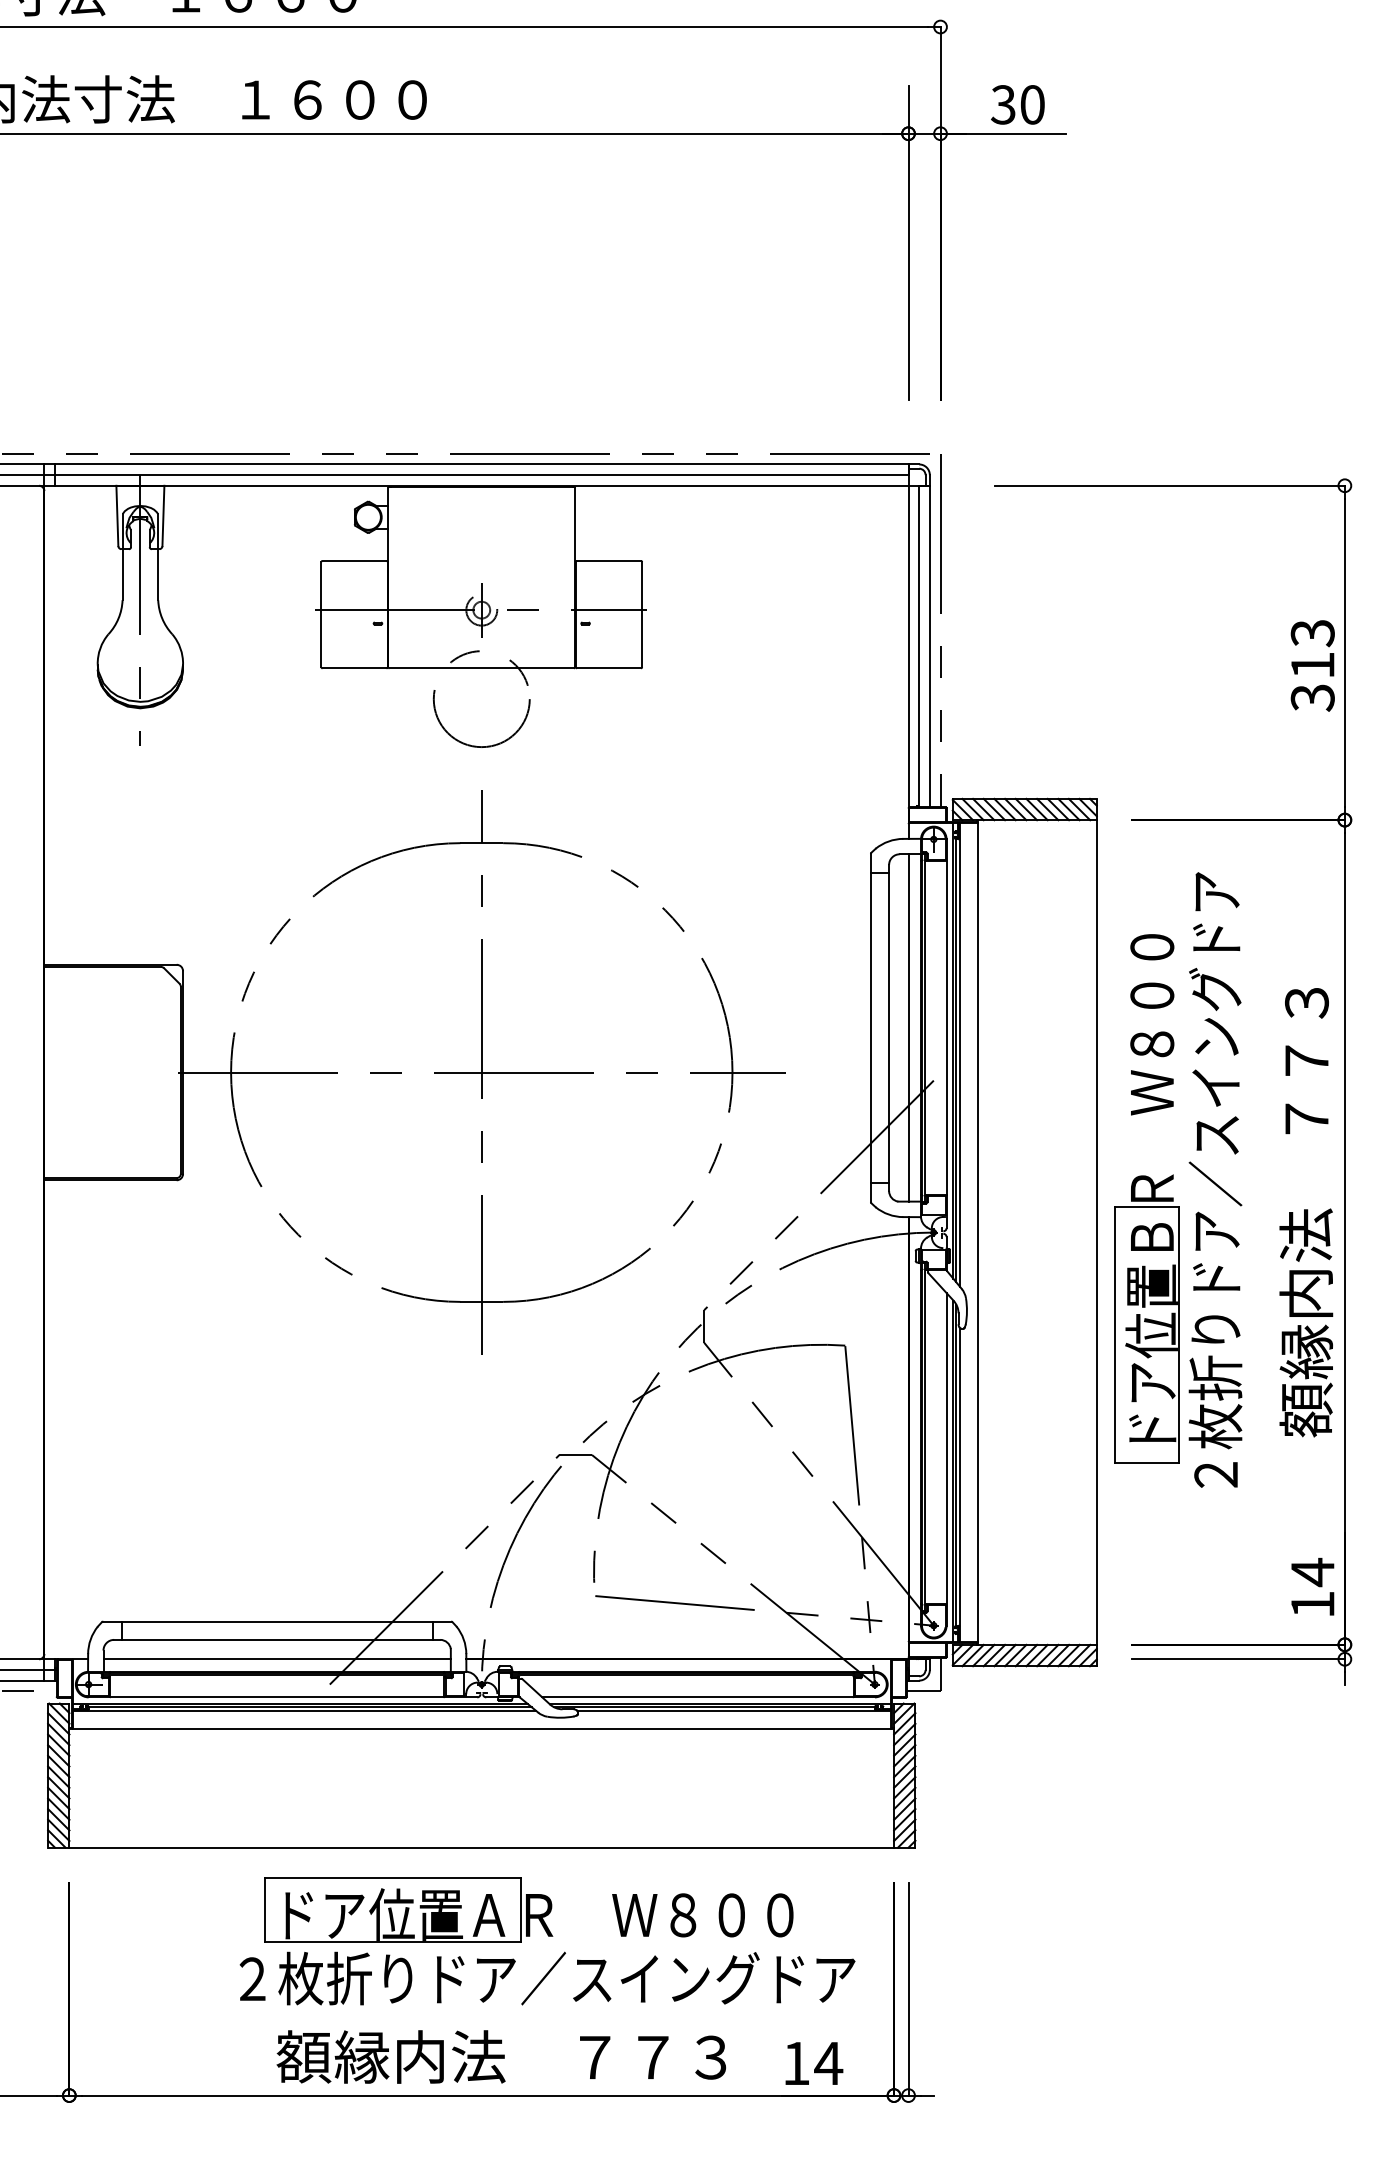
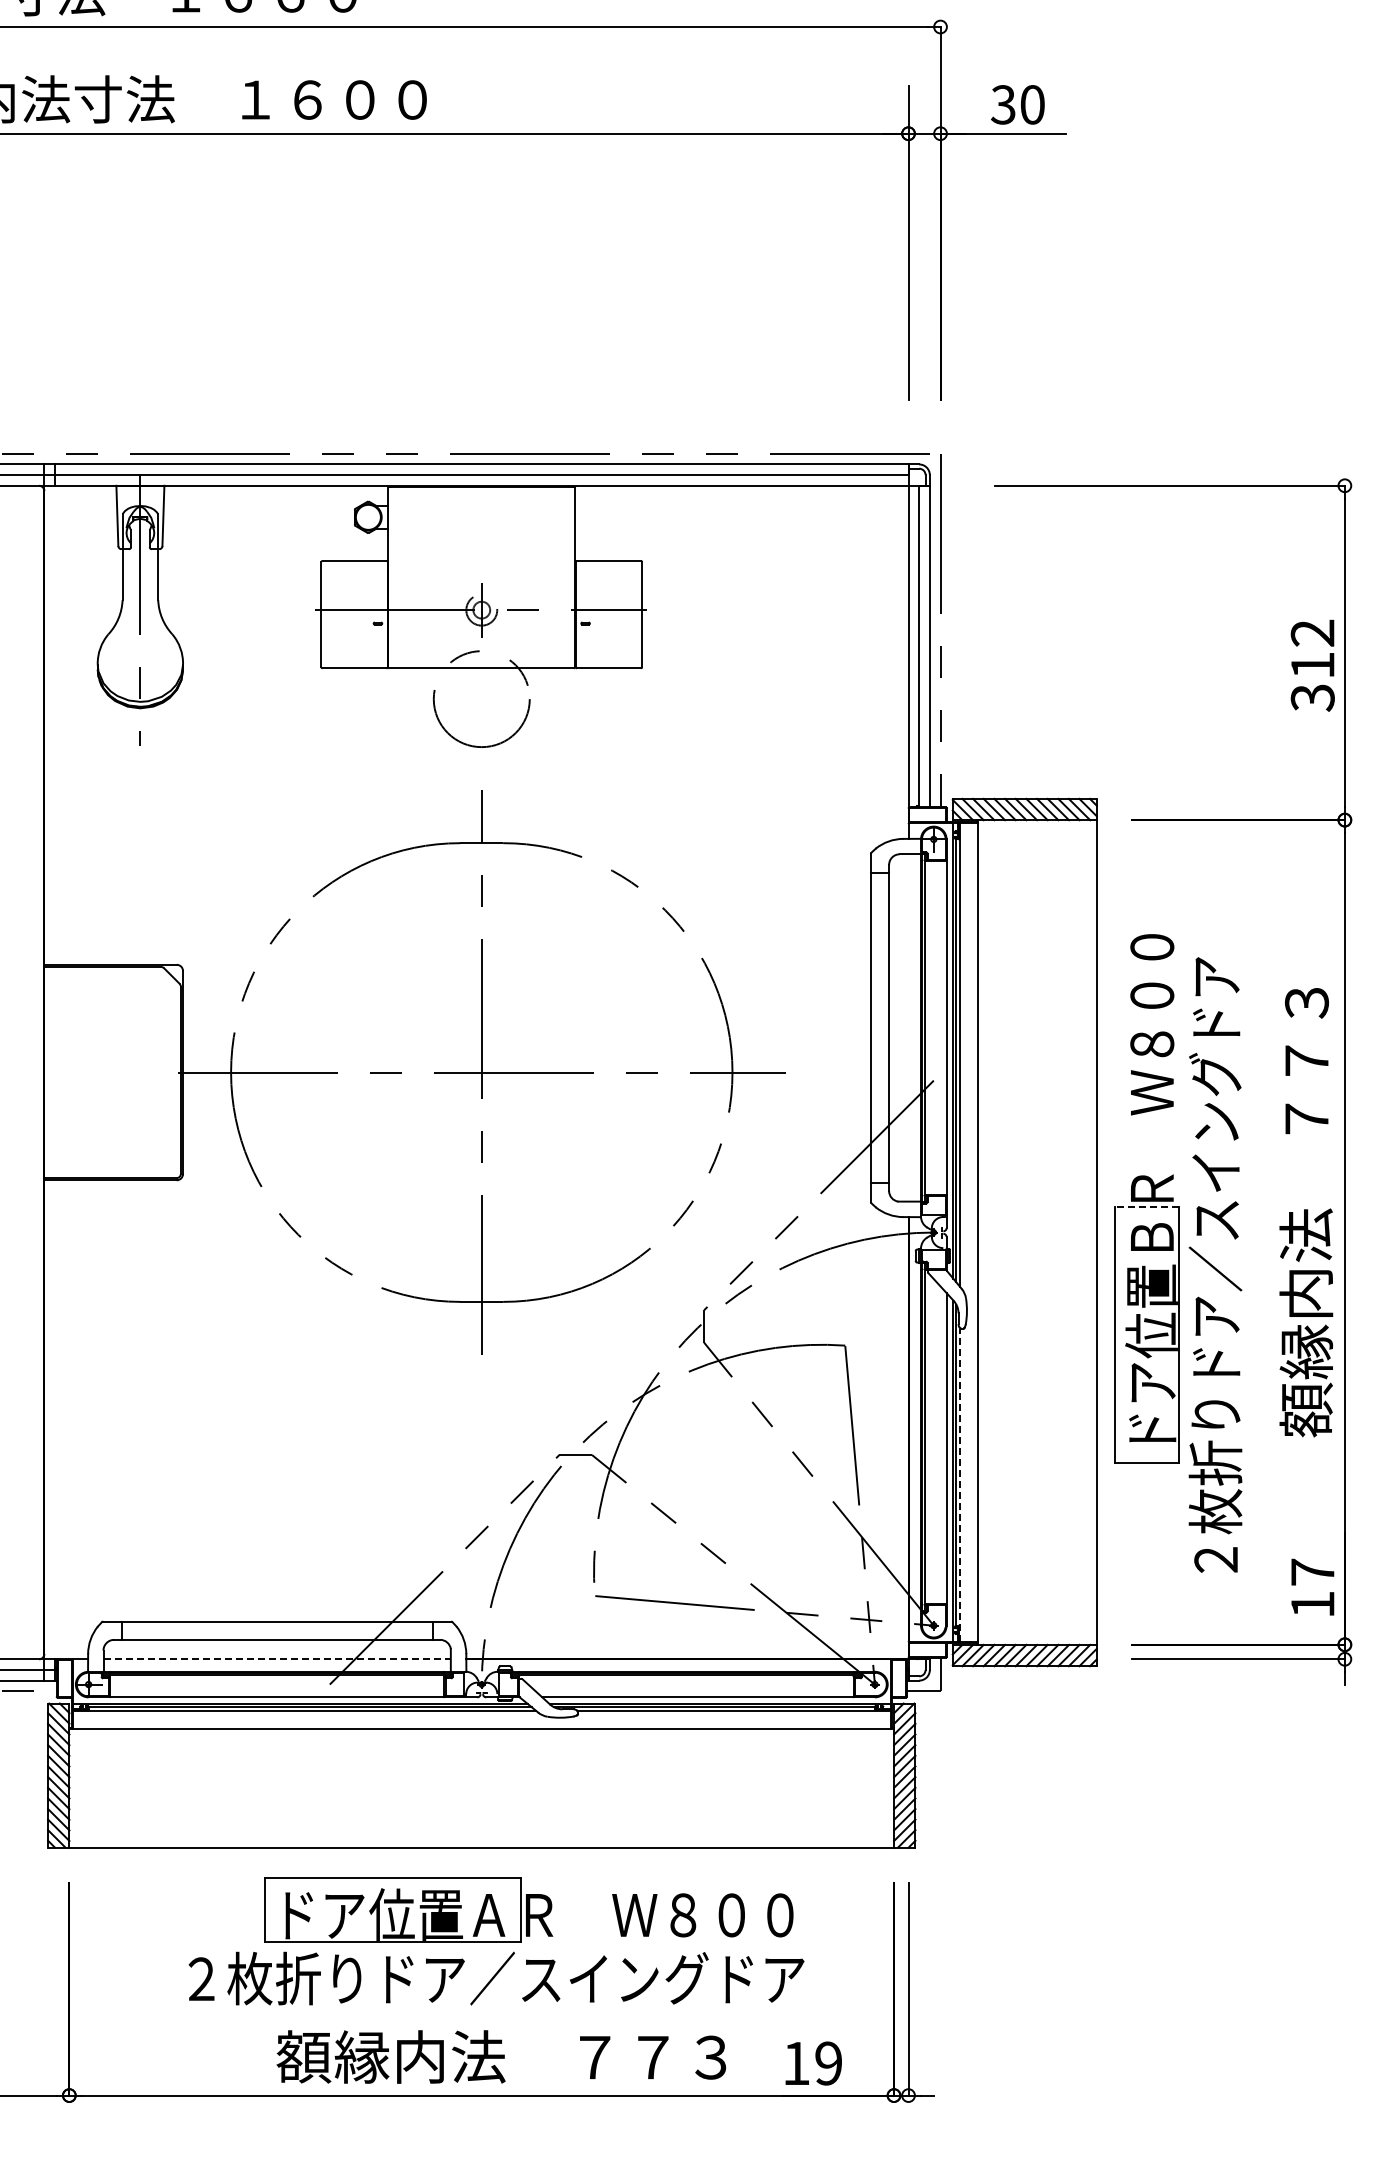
text at (1312, 633): 313 -> 312
line at (908, 1027): present -> none
text at (1215, 1179) position: (1215, 1179) -> (1215, 1264)
line at (1146, 1206): solid -> dashed
line at (960, 1485): solid -> dashed
text at (1312, 1572): 14 -> 17
line at (277, 1659): solid -> dashed
text at (547, 1978) position: (547, 1978) -> (496, 1978)
text at (828, 2063): 14 -> 19
